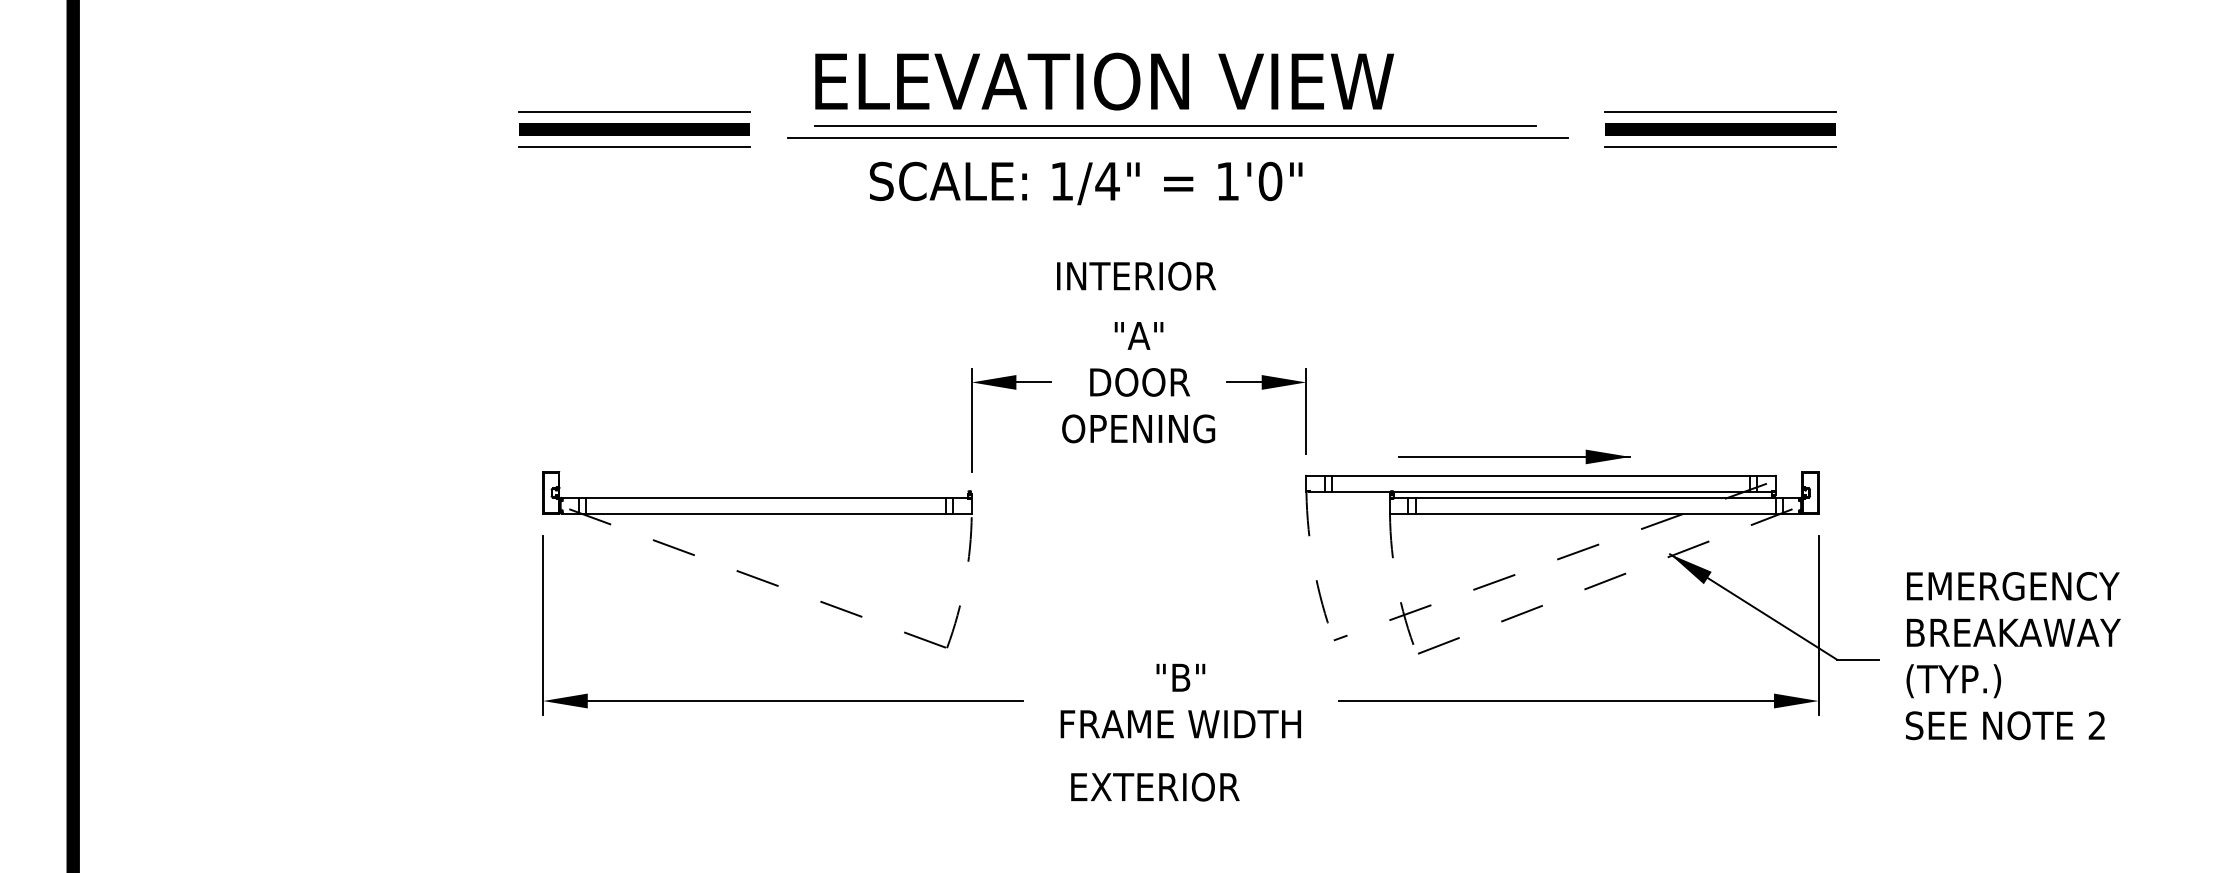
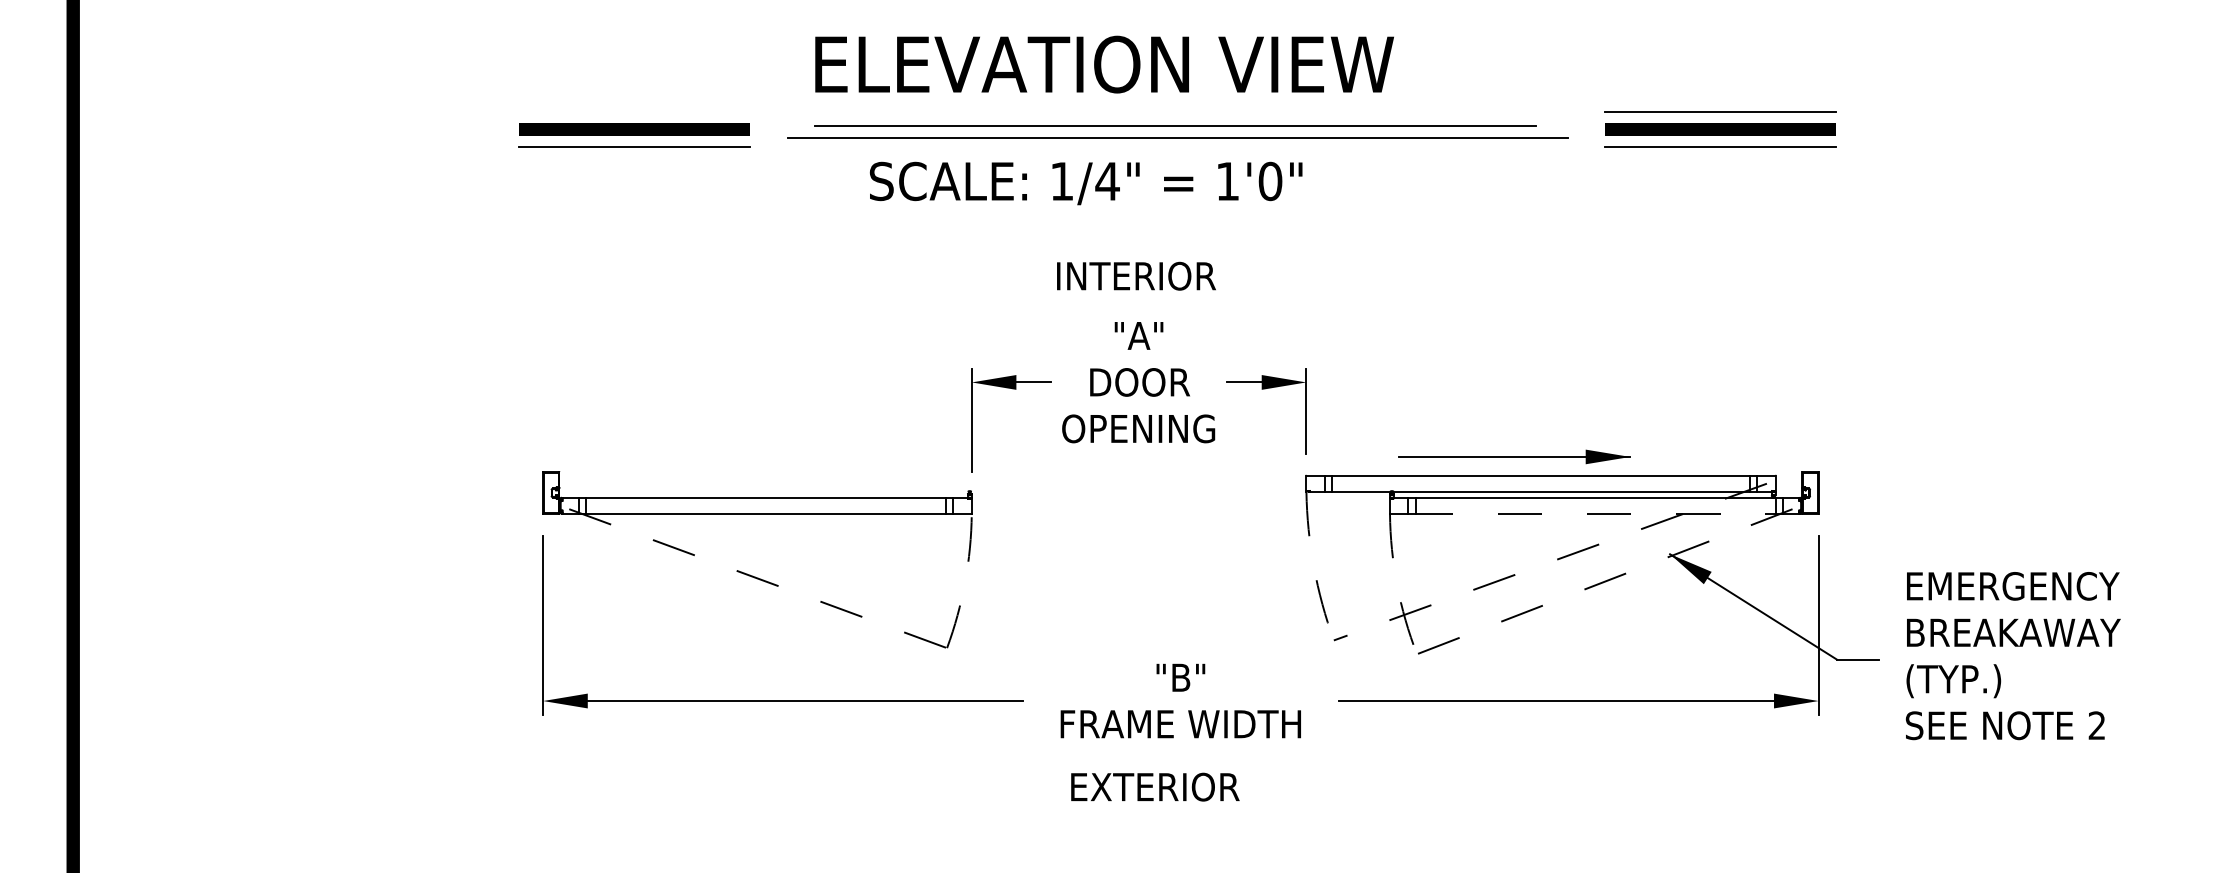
text at (1104, 81) position: (1104, 81) -> (1104, 64)
line at (634, 111): present -> none
line at (1596, 513): solid -> dashed
